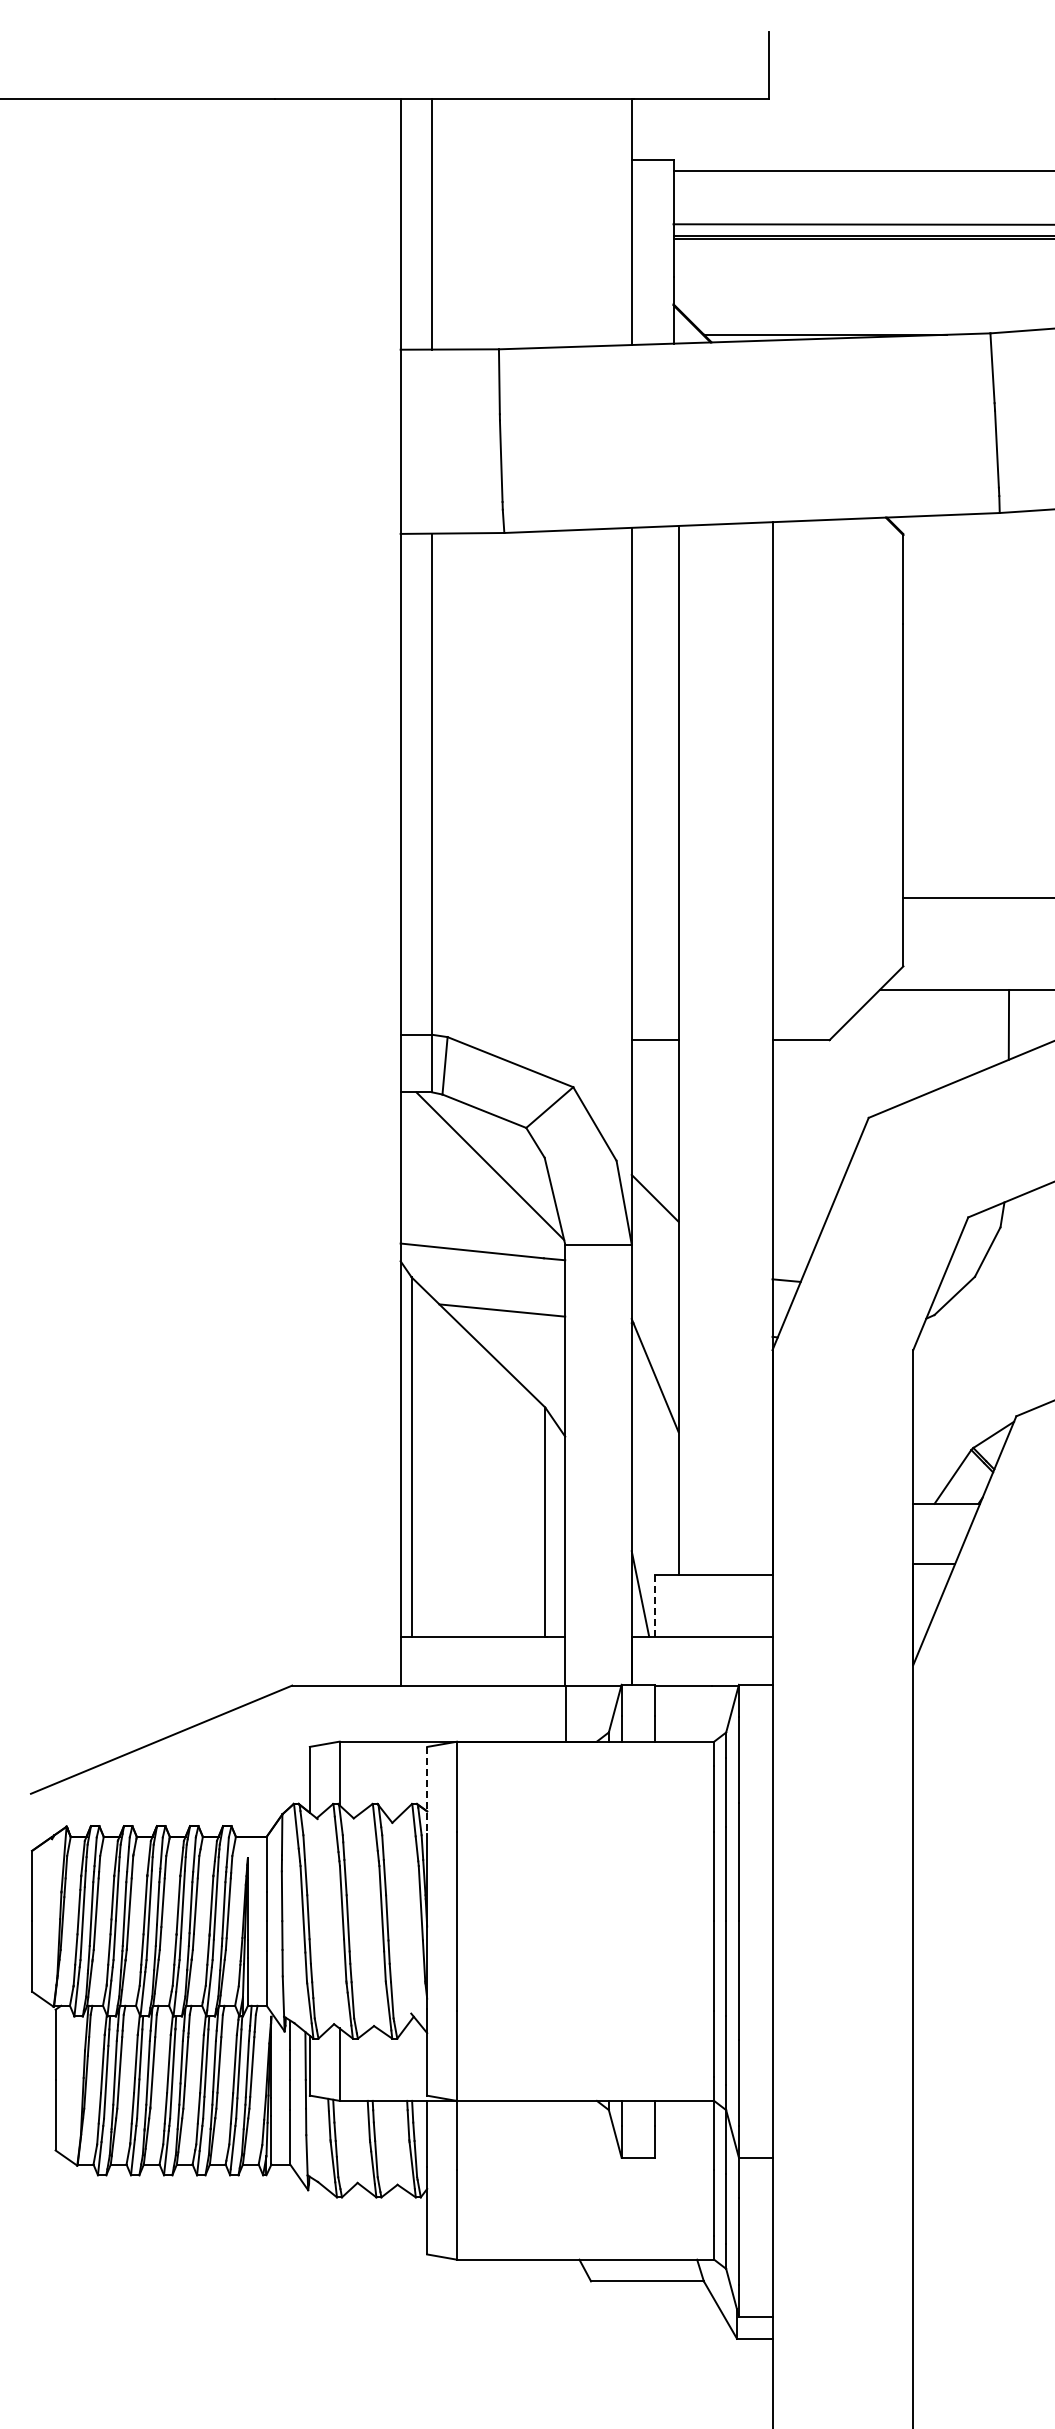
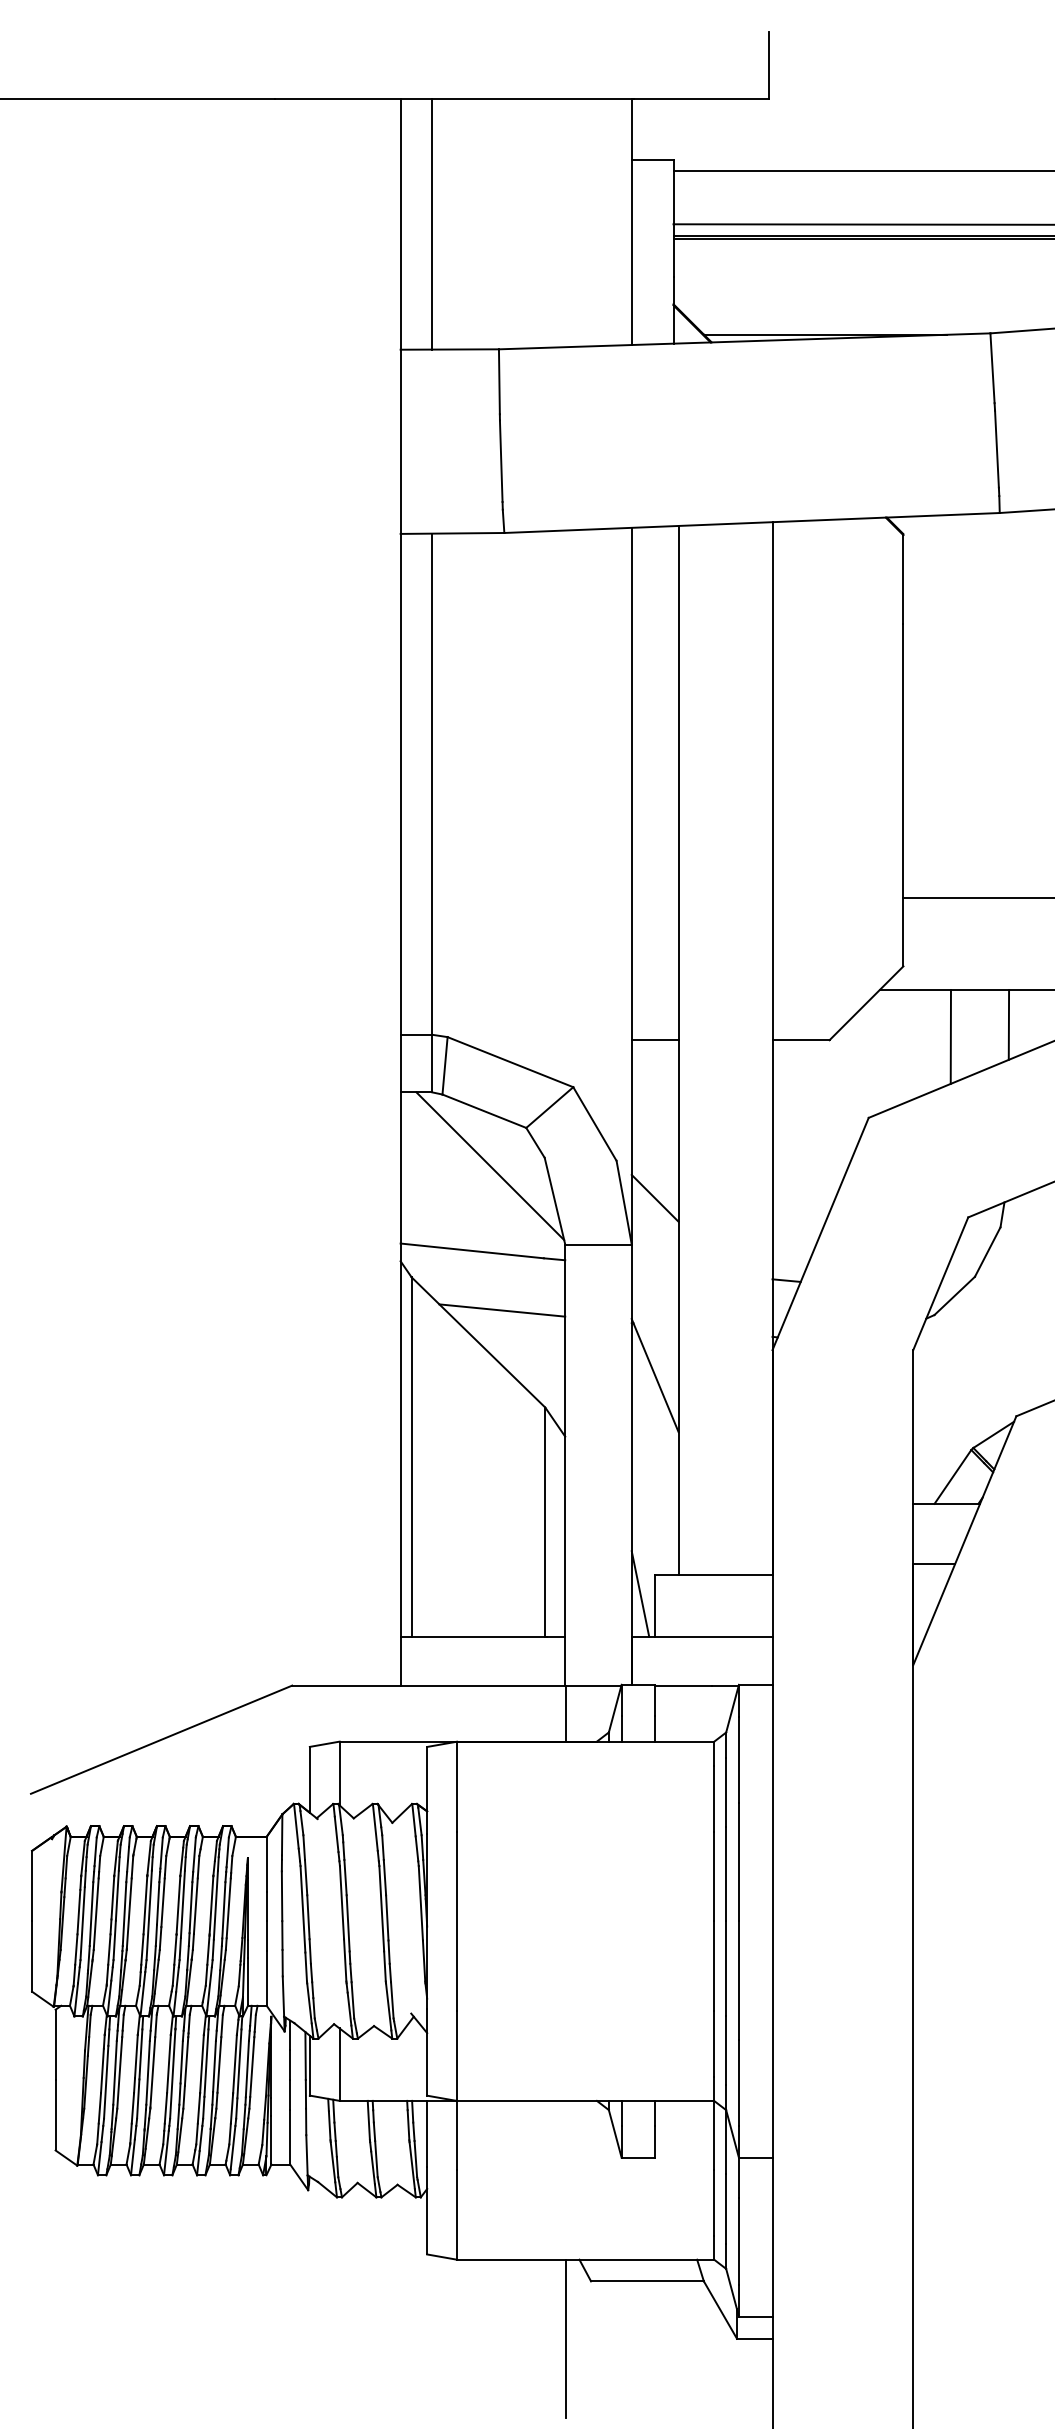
line at (950, 1036): none -> present
line at (655, 1605): dashed -> solid
line at (427, 1790): dashed -> solid
line at (565, 2338): none -> present
